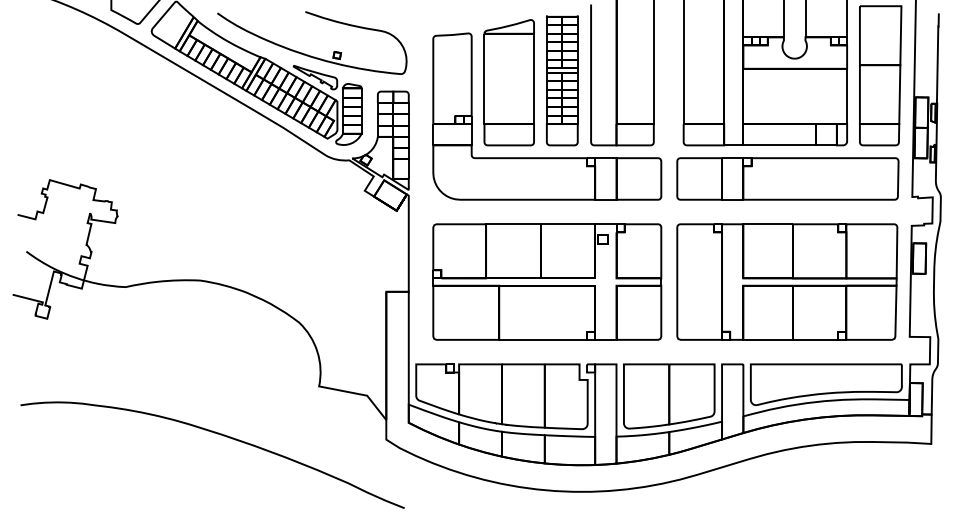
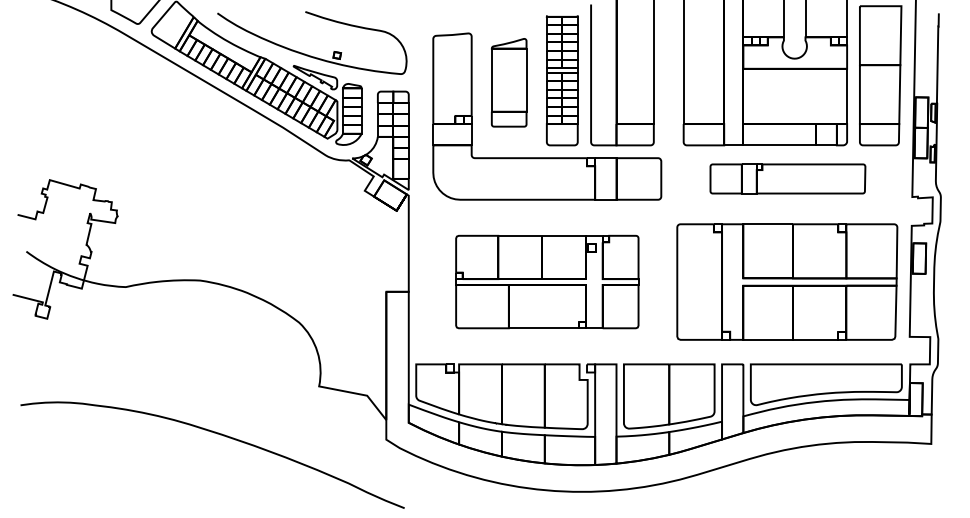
part at (508, 82) size: 52x128 px -> 37x90 px
part at (787, 178) size: 224x44 px -> 158x32 px
part at (547, 281) size: 231x118 px -> 185x96 px
